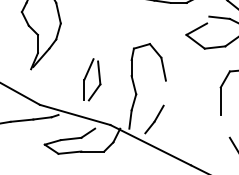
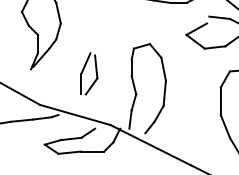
part at (98, 78) position: (98, 78) -> (95, 72)
line at (164, 92): none -> present
line at (224, 125): none -> present
